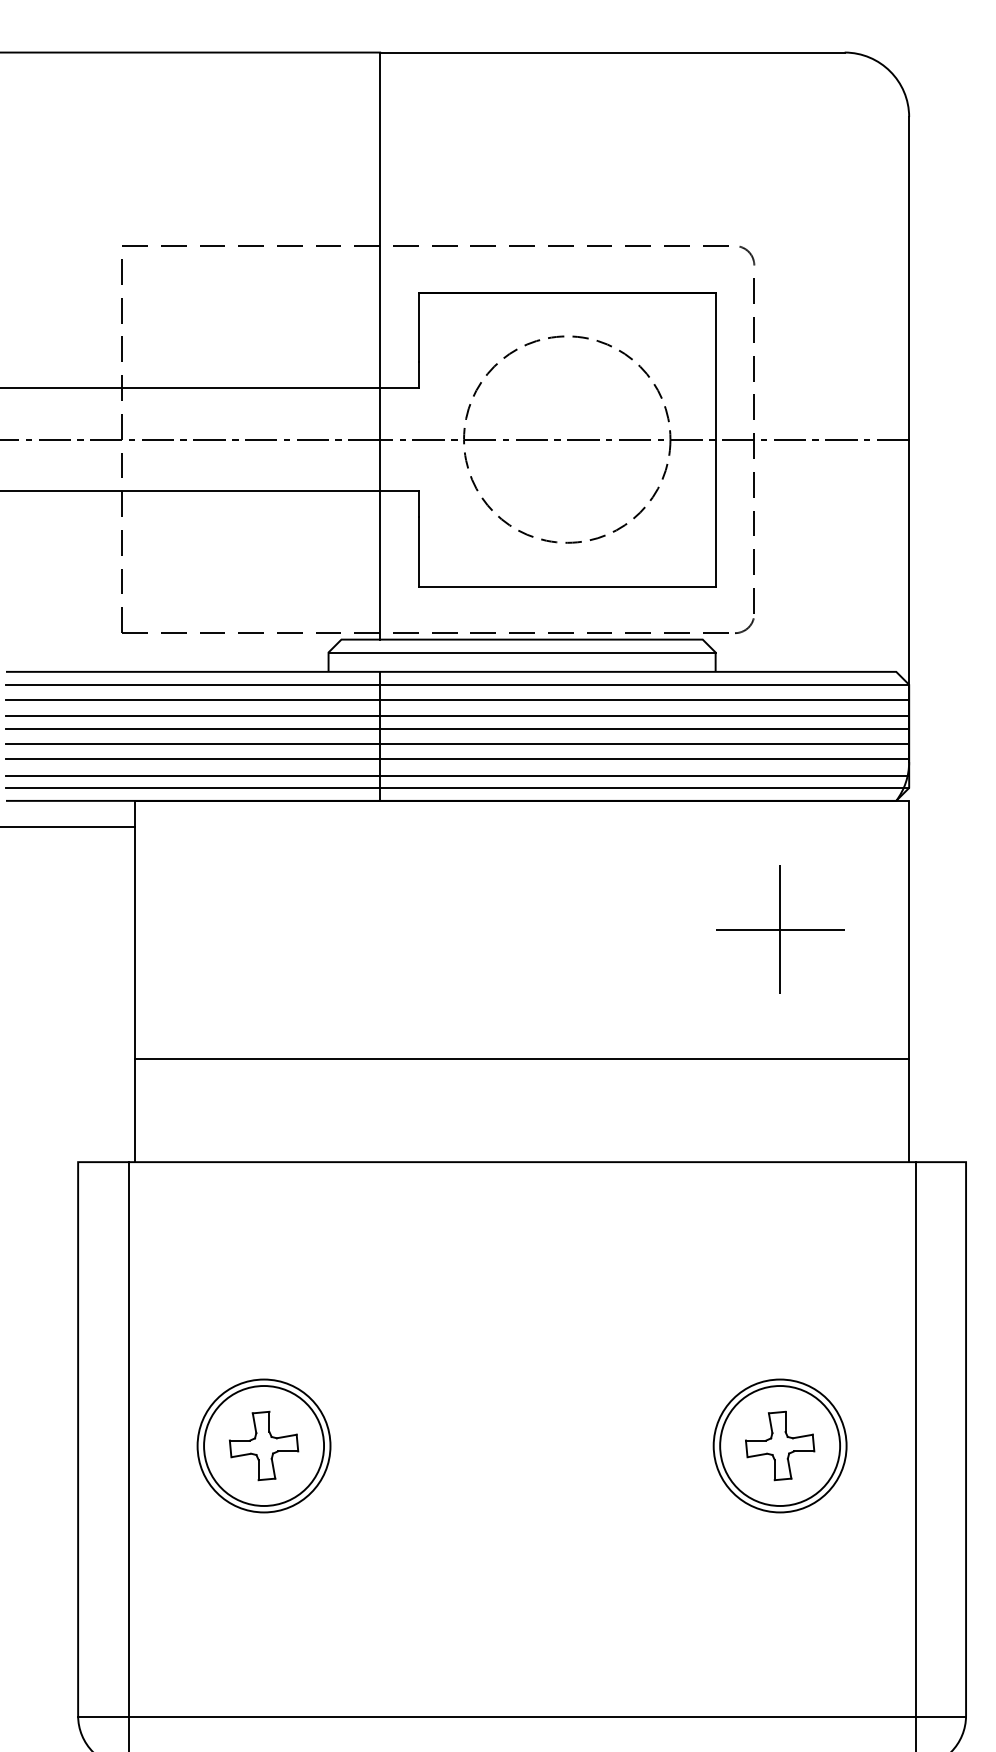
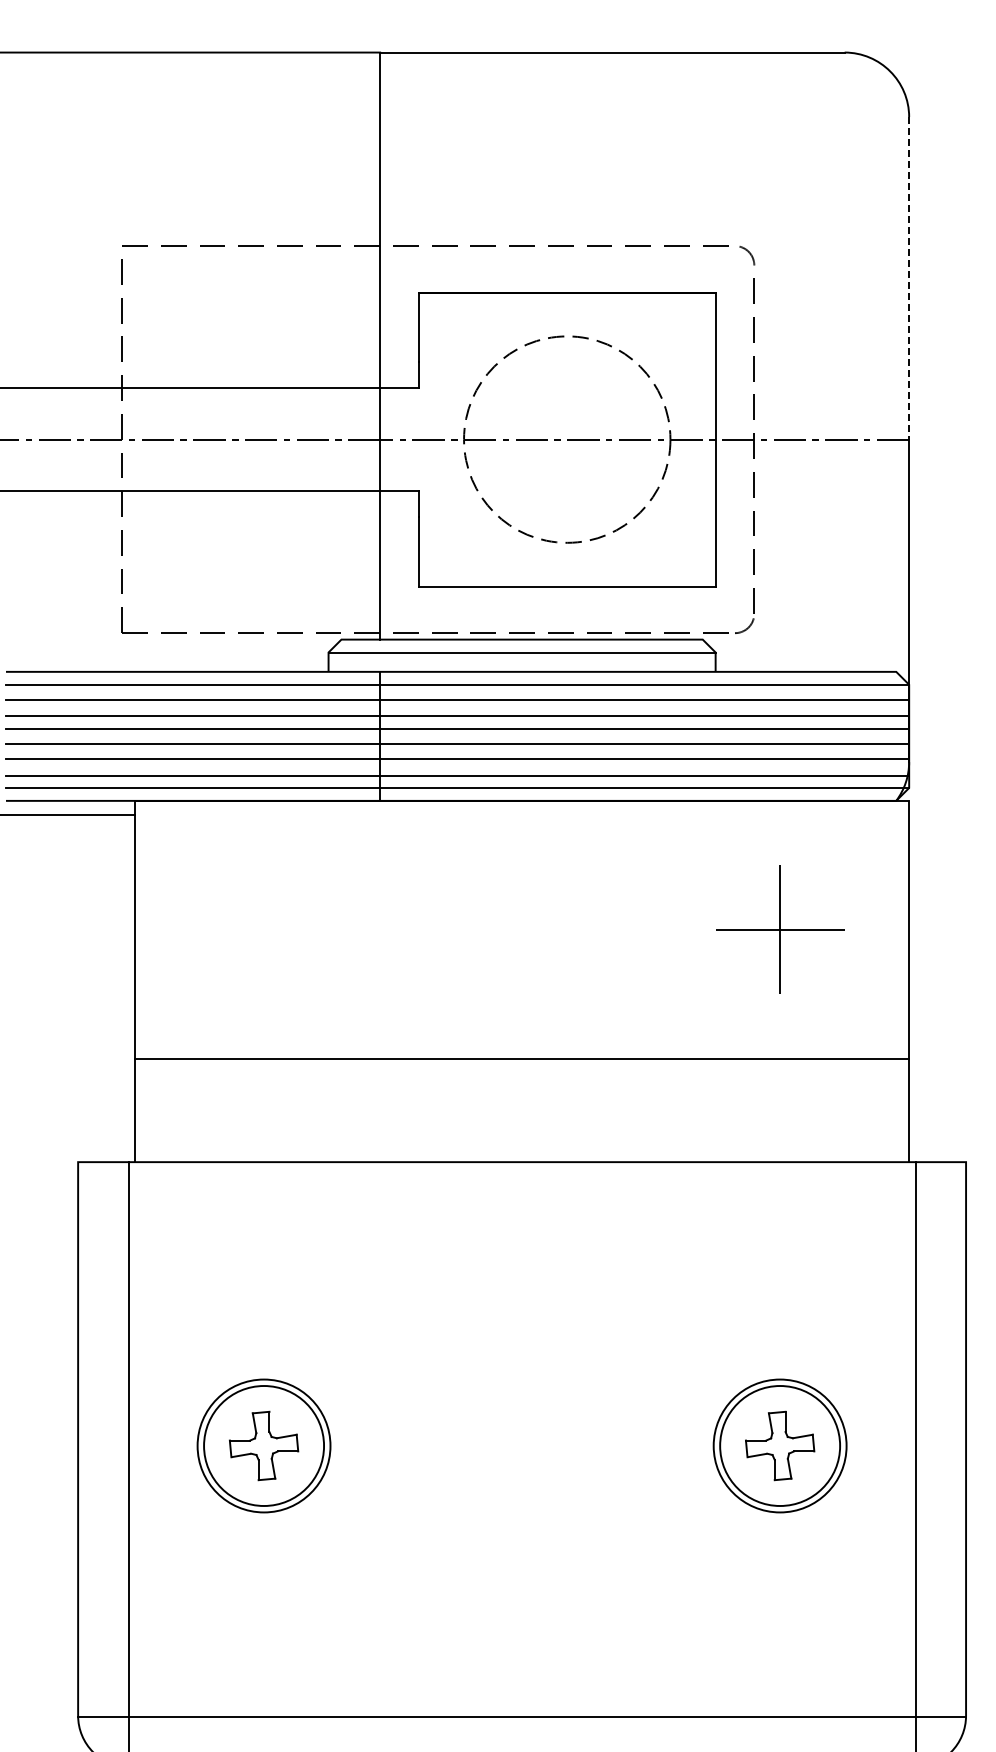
line at (909, 278): solid -> dashed
line at (68, 826) position: (68, 826) -> (68, 814)
